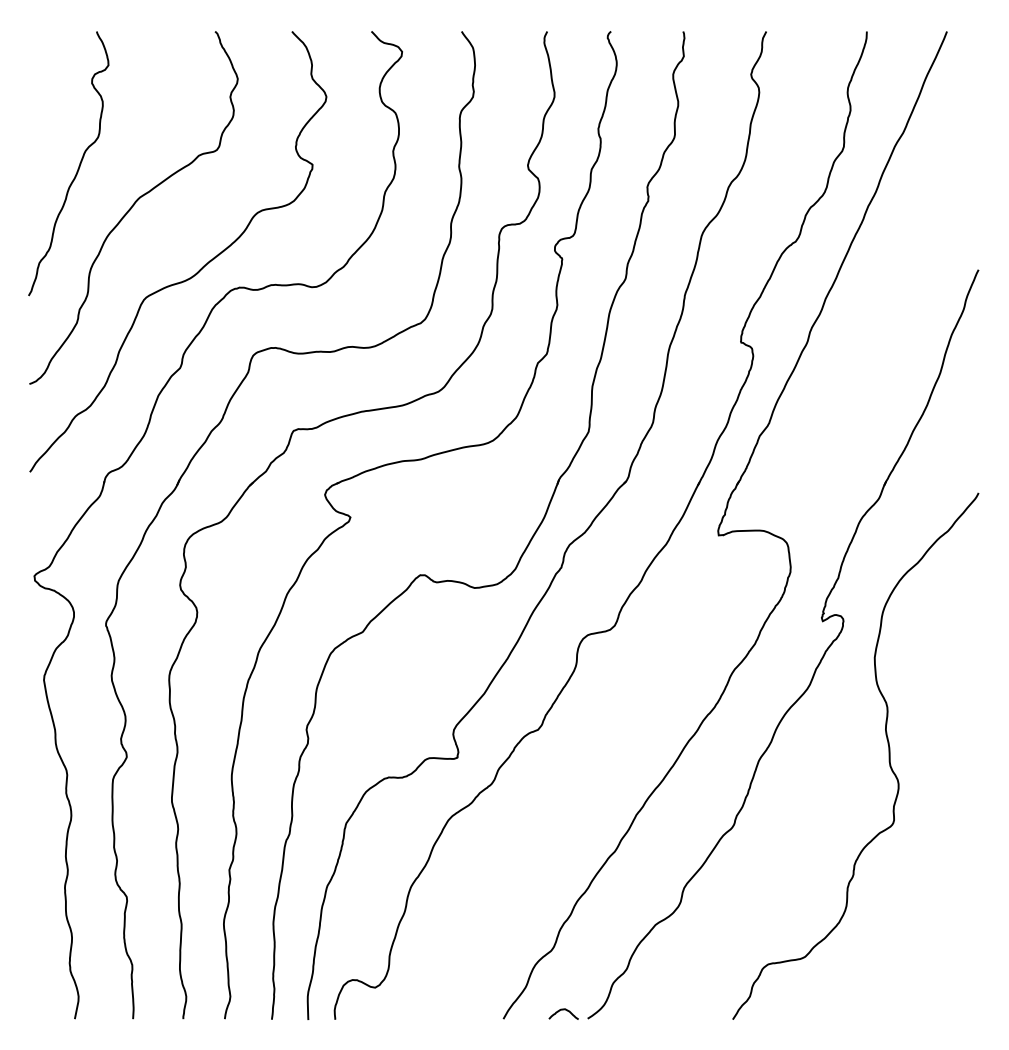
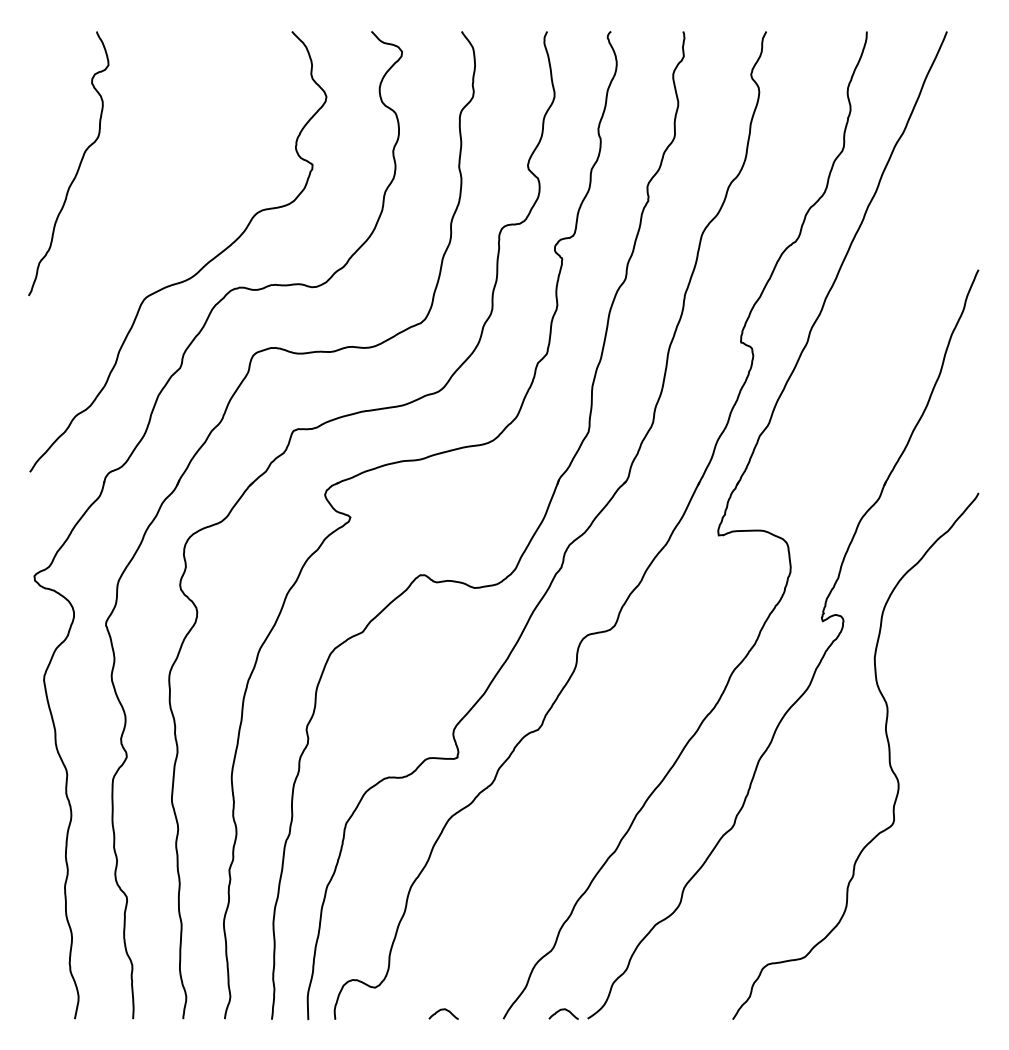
curve at (133, 206): present -> none
curve at (443, 1010): none -> present
